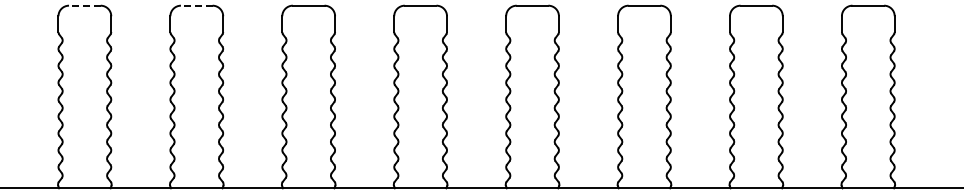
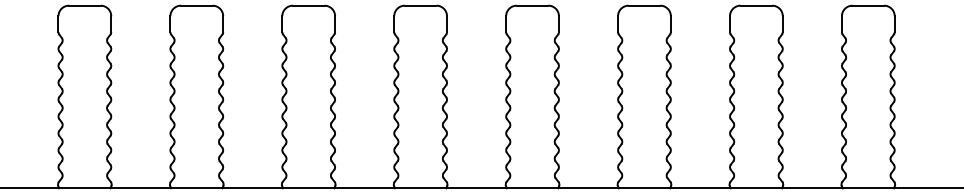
line at (84, 5): dashed -> solid
line at (196, 5): dashed -> solid
